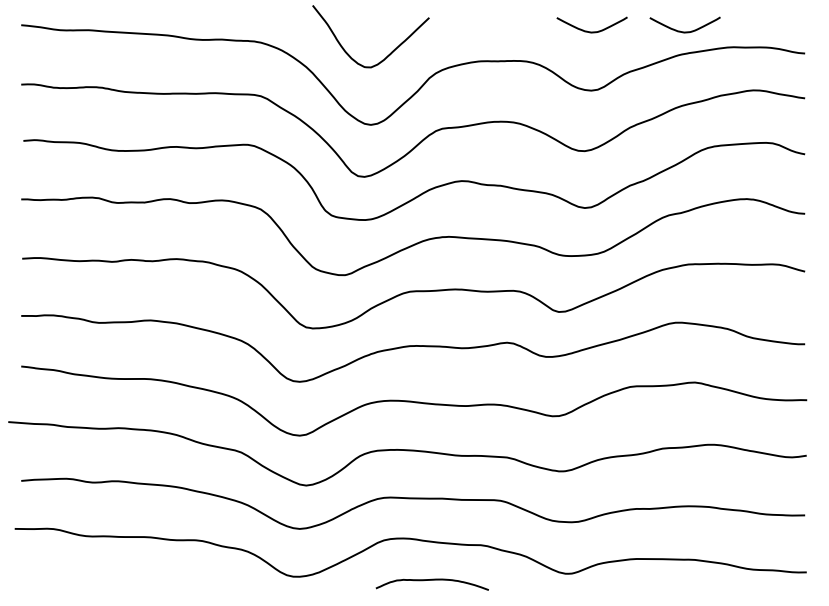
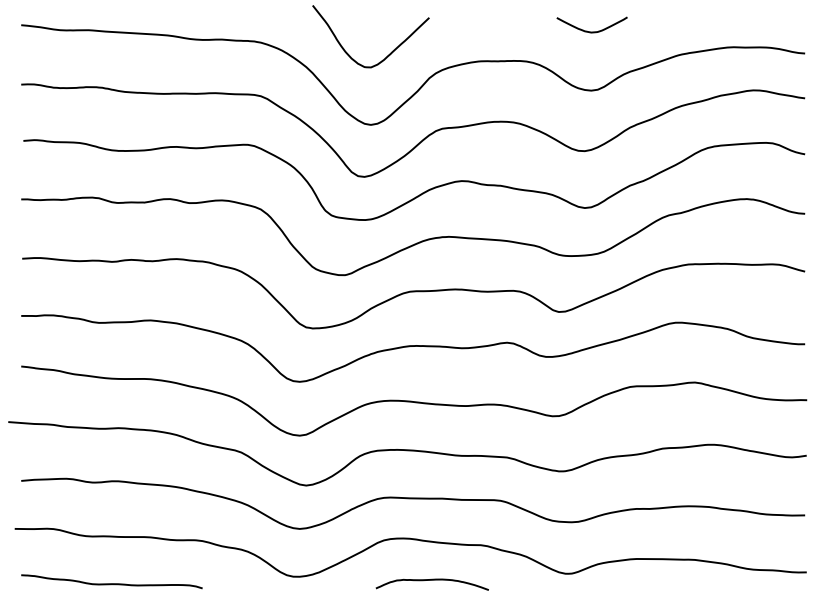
curve at (684, 31): present -> none
curve at (111, 583): none -> present
